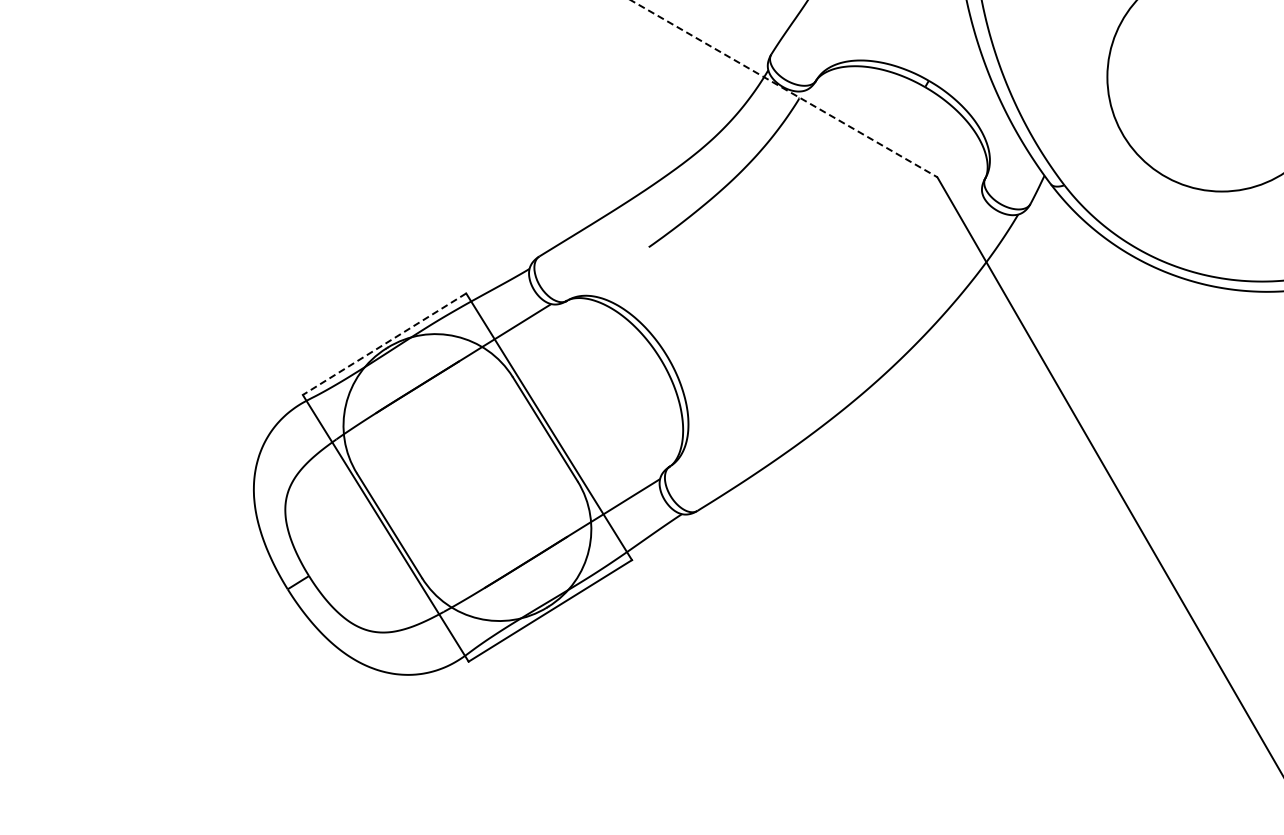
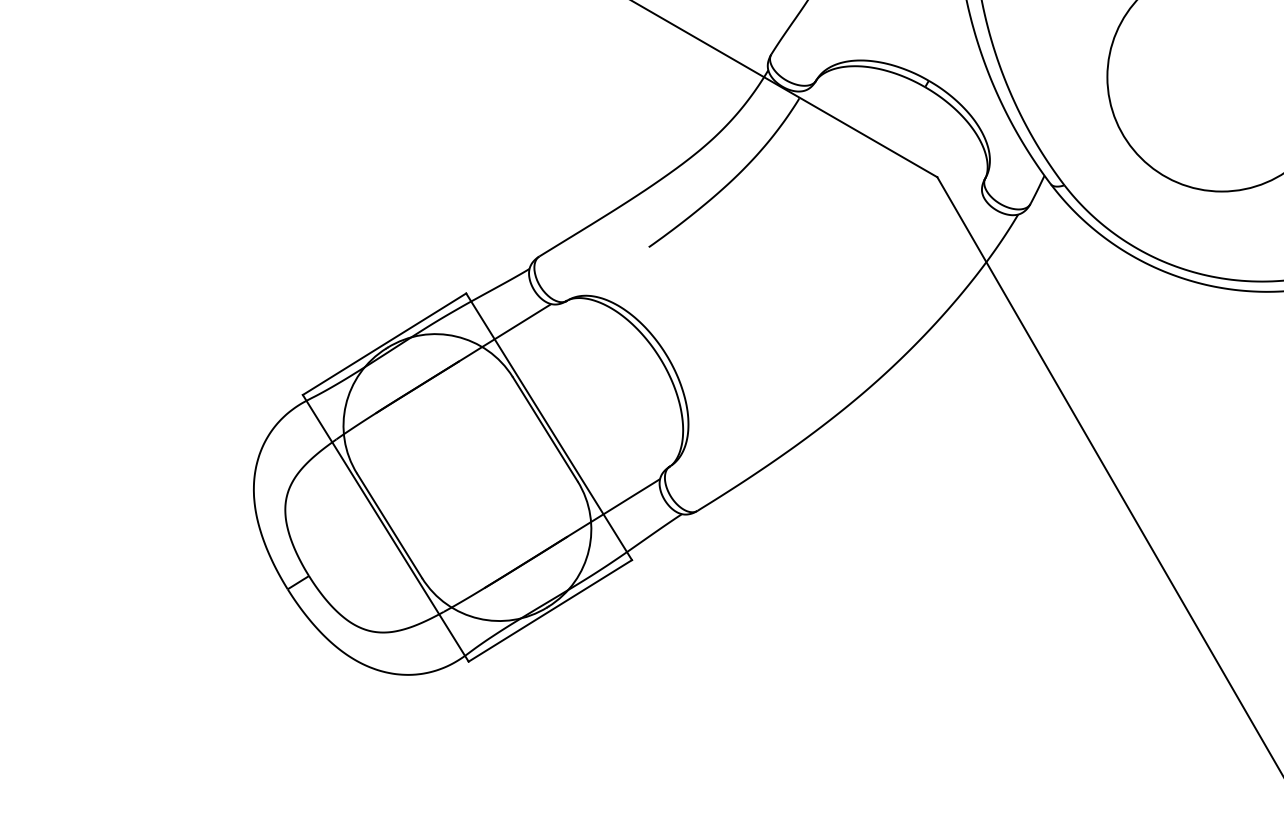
line at (784, 88): dashed -> solid
line at (384, 344): dashed -> solid
